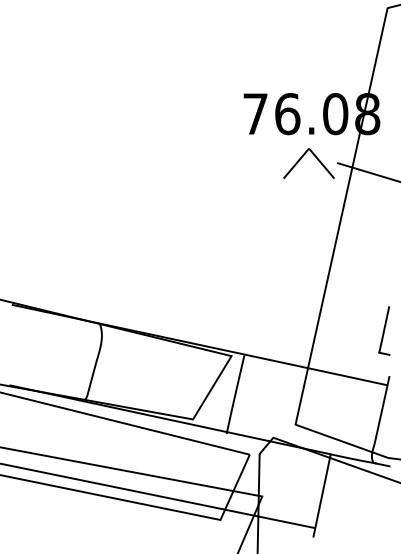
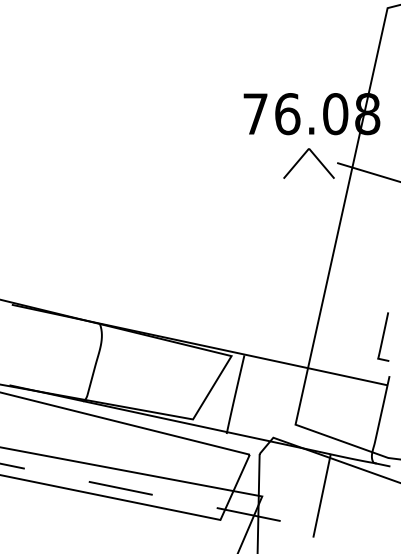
curve at (384, 330) position: (384, 330) -> (383, 336)
line at (158, 496): solid -> dashed
